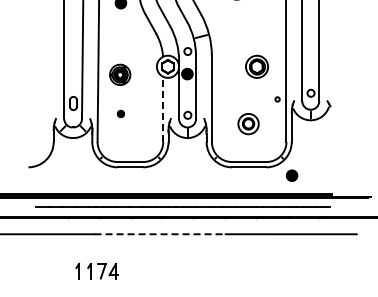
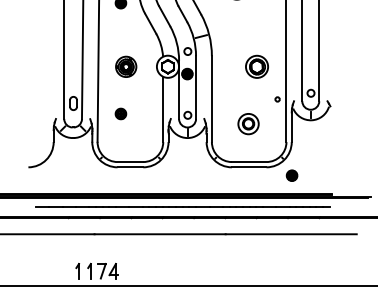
part at (120, 74) position: (120, 74) -> (126, 66)
line at (163, 109): dashed -> solid
part at (120, 113) size: 9x9 px -> 14x14 px
line at (160, 234): dashed -> solid
line at (188, 286): none -> present
